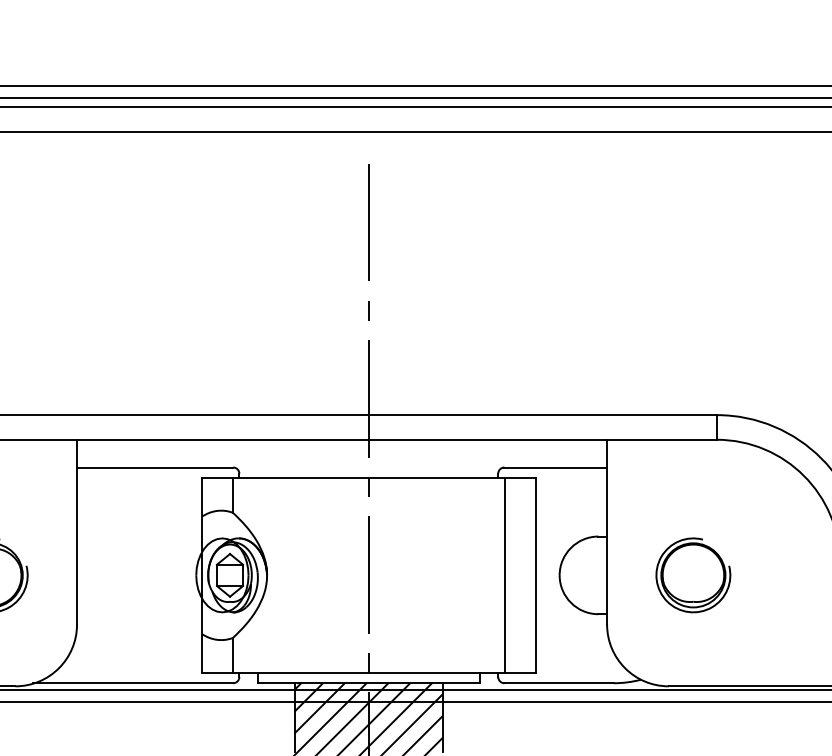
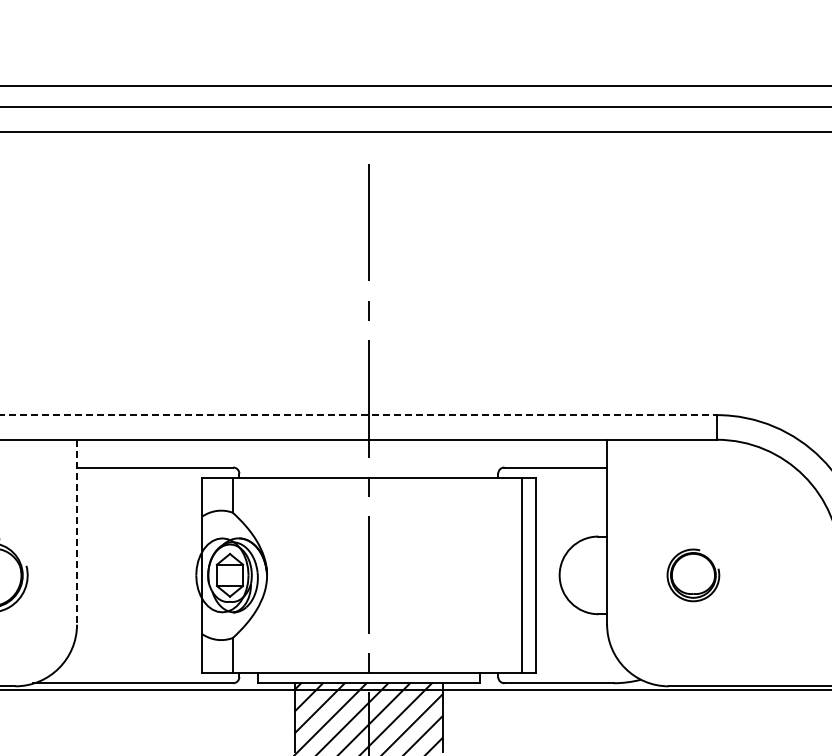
line at (415, 98): present -> none
line at (358, 415): solid -> dashed
line at (77, 532): solid -> dashed
line at (504, 574) position: (504, 574) -> (521, 574)
part at (693, 575) size: 77x77 px -> 55x55 px
line at (415, 702): present -> none
